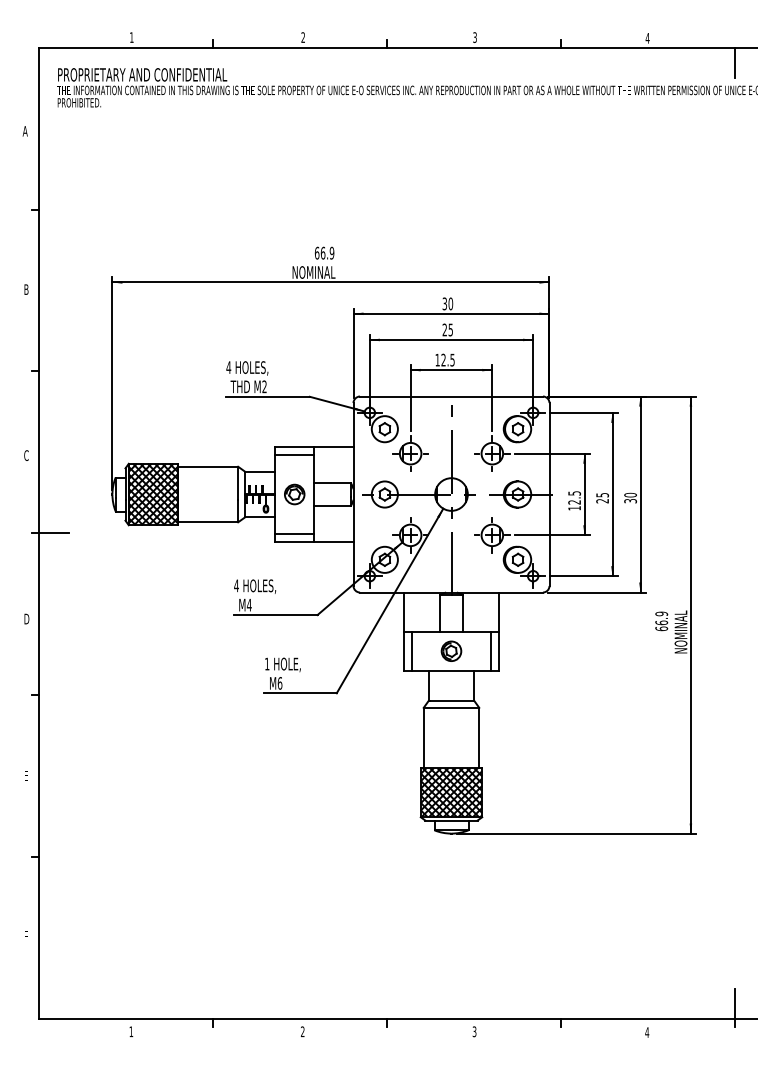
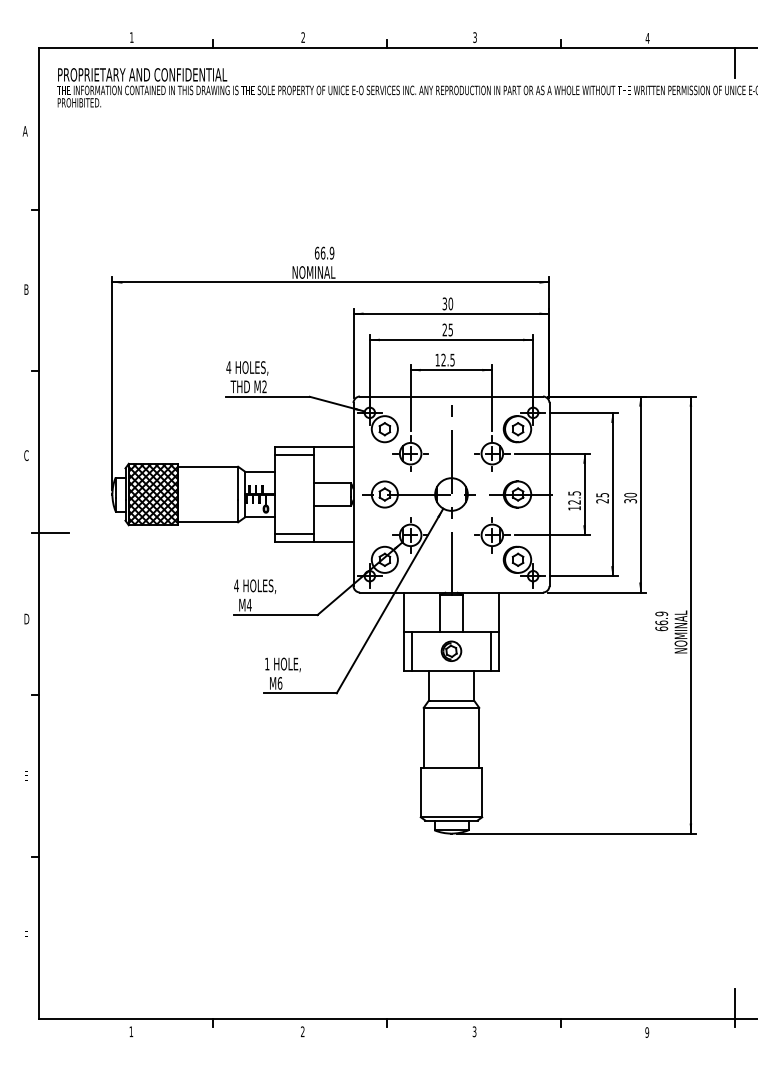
part at (294, 494): present -> none
hatch at (451, 792): present -> none
text at (647, 1032): 4 -> 9
